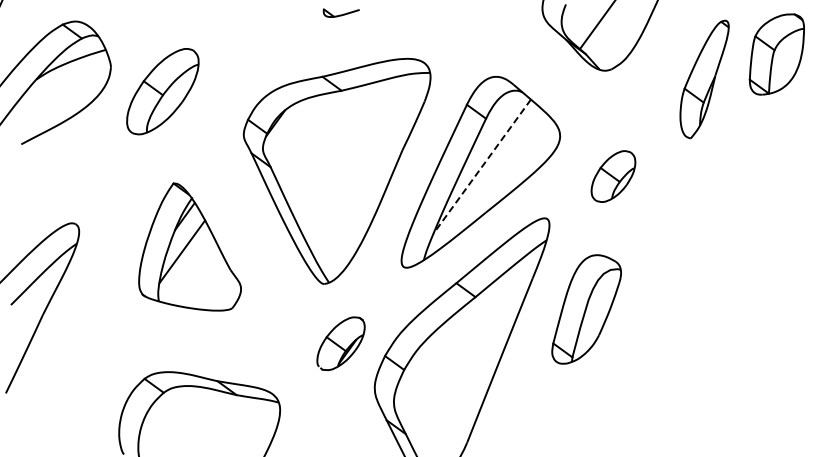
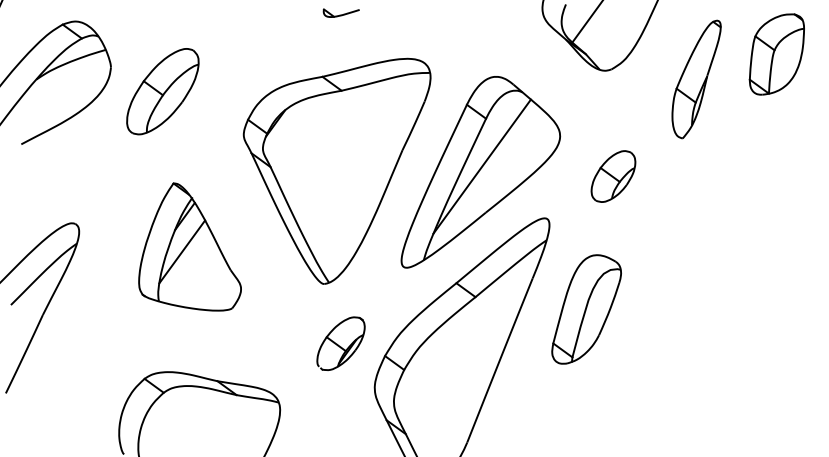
line at (597, 25) position: (597, 25) -> (586, 22)
part at (704, 79) position: (704, 79) -> (696, 79)
line at (482, 166): dashed -> solid
